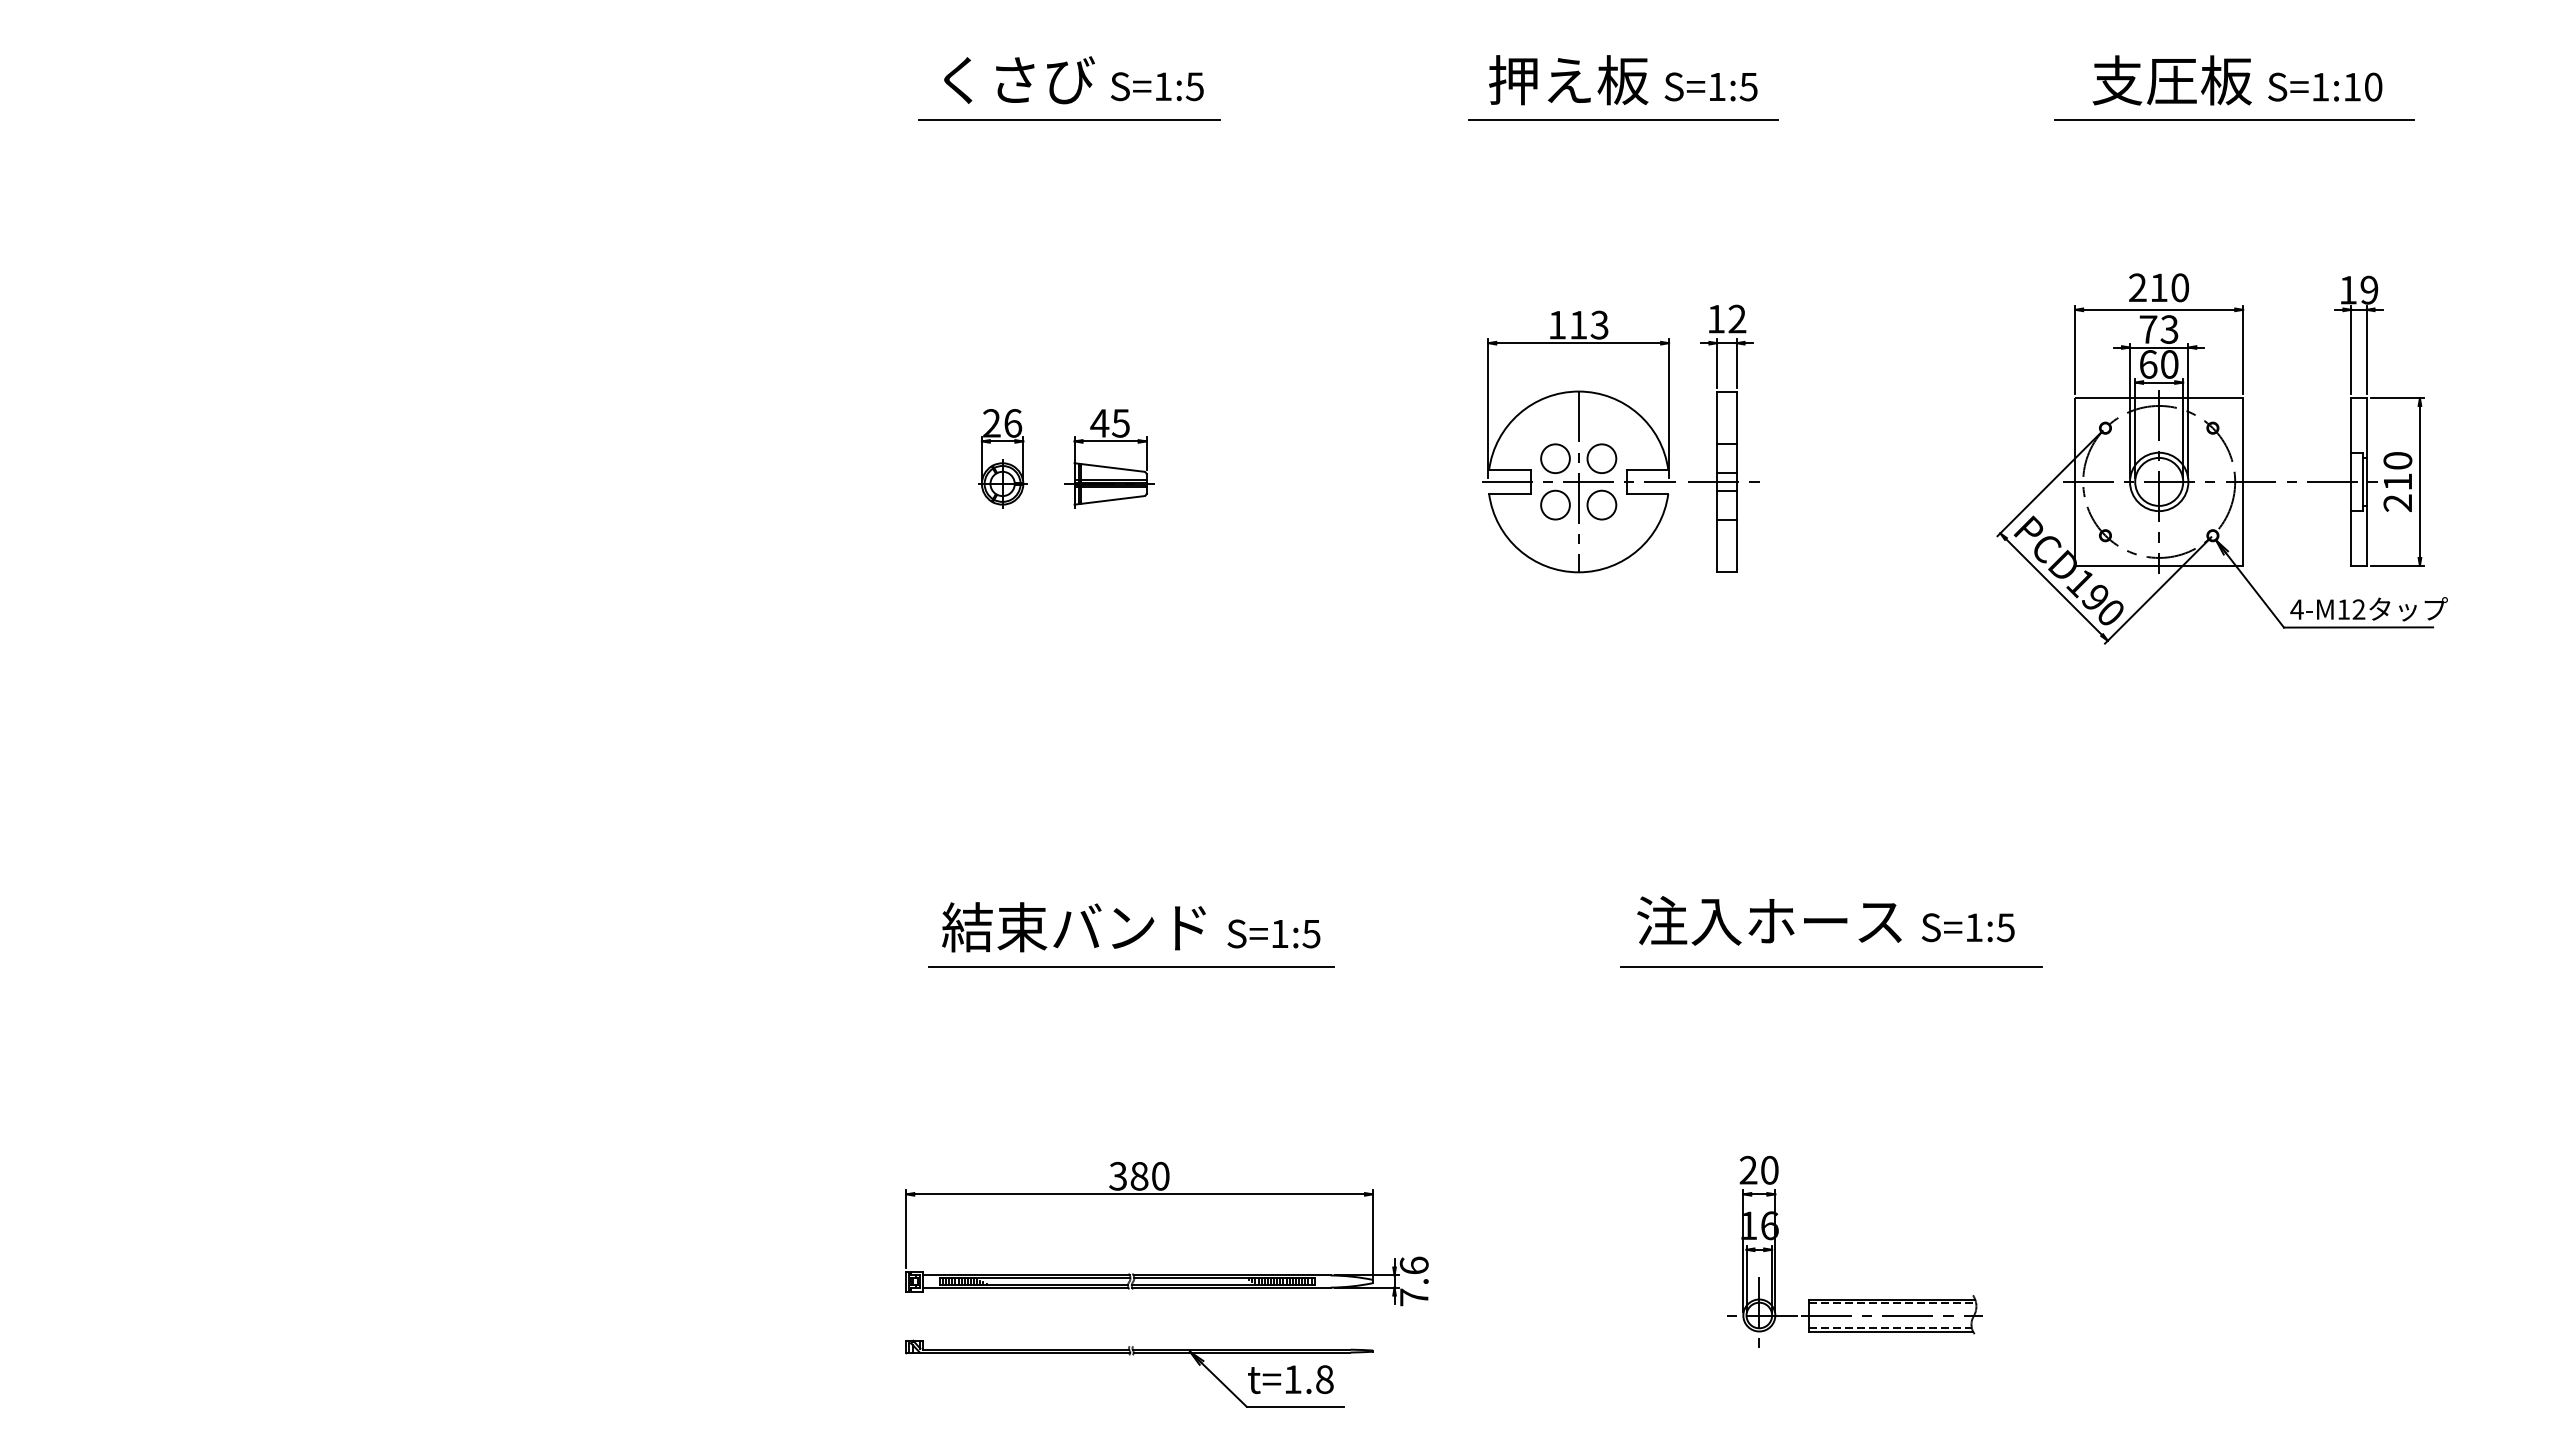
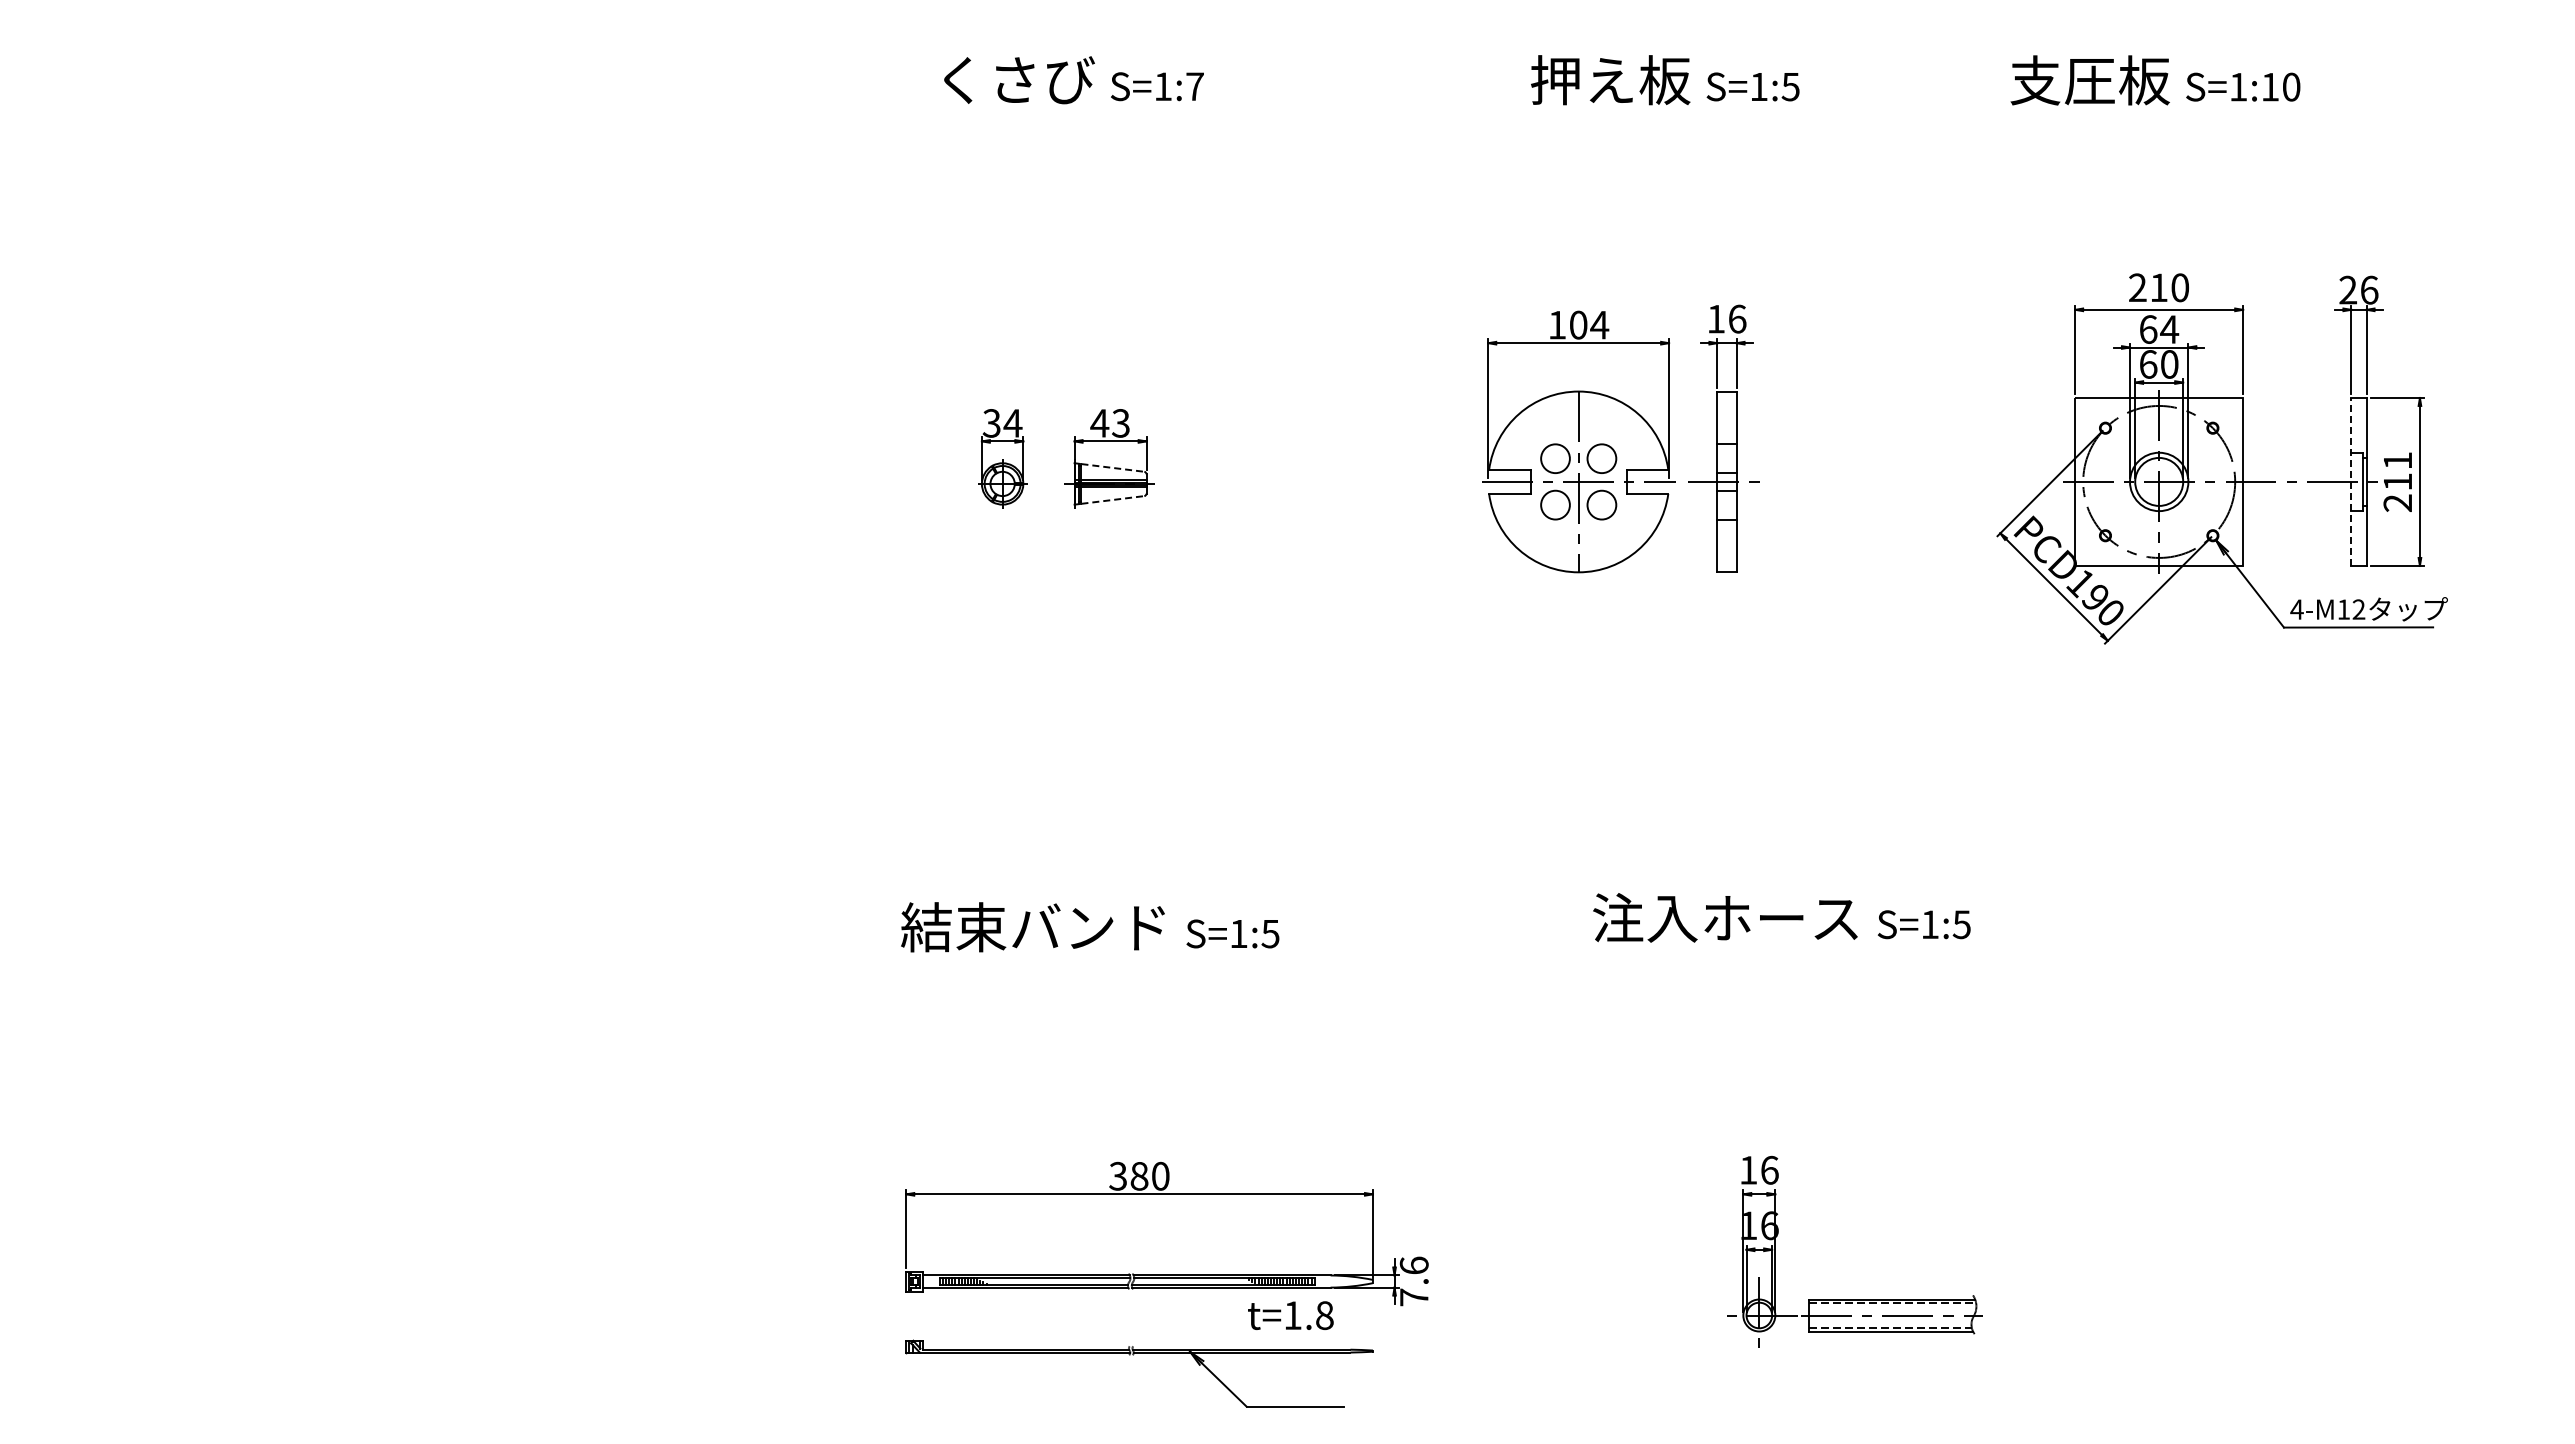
text at (1623, 80) position: (1623, 80) -> (1665, 80)
text at (2237, 80) position: (2237, 80) -> (2155, 80)
text at (1194, 86): S=1:5 -> S=1:7
line at (1069, 120): present -> none
line at (1622, 120): present -> none
line at (2233, 120): present -> none
text at (2358, 289): 19 -> 26
text at (1737, 318): 12 -> 16
text at (1589, 324): 113 -> 104
text at (2159, 329): 73 -> 64
text at (1002, 423): 26 -> 34
text at (1121, 423): 45 -> 43
text at (2397, 460): 210 -> 211
line at (1112, 467): solid -> dashed
line at (2351, 481): solid -> dashed
line at (1112, 499): solid -> dashed
text at (1825, 920) position: (1825, 920) -> (1781, 917)
text at (1131, 927) position: (1131, 927) -> (1090, 927)
line at (1131, 967): present -> none
line at (1831, 967): present -> none
text at (1758, 1169): 20 -> 16
text at (1290, 1379) position: (1290, 1379) -> (1290, 1315)
